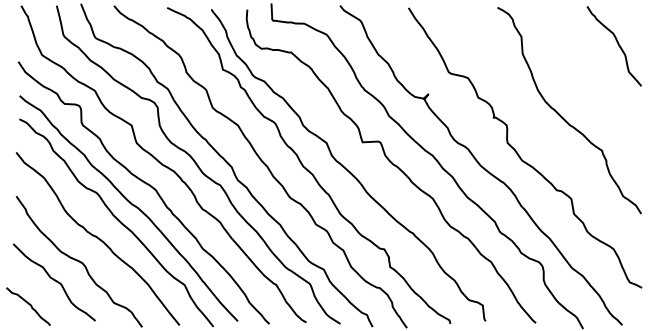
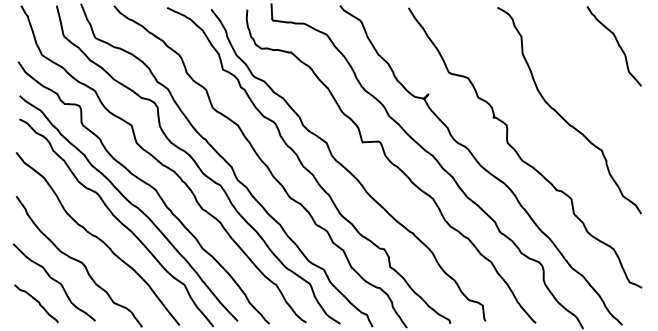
curve at (29, 305) position: (29, 305) -> (37, 302)
